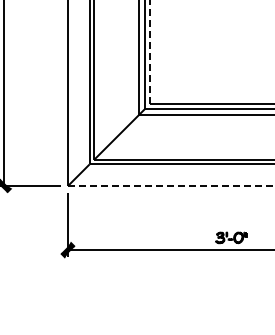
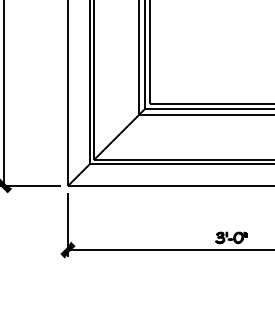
line at (149, 52): dashed -> solid
line at (171, 185): dashed -> solid
